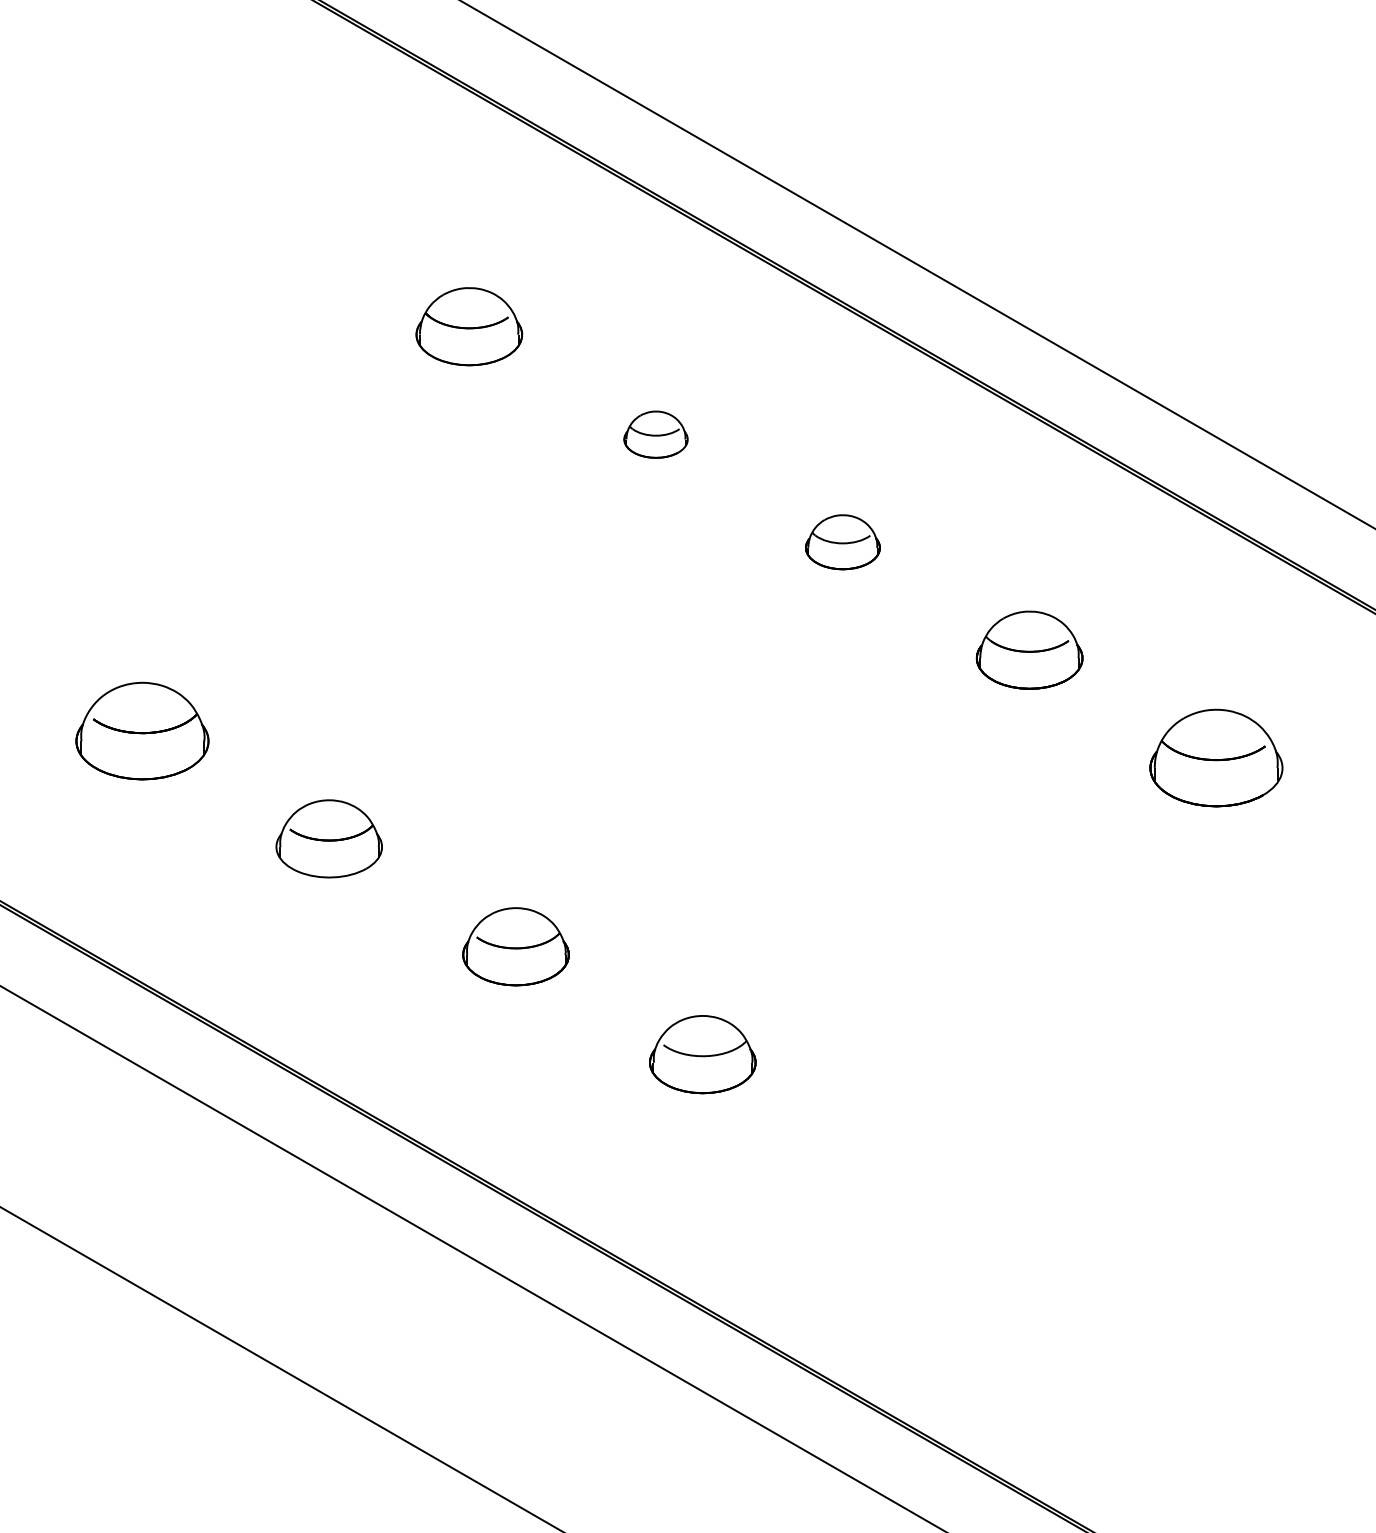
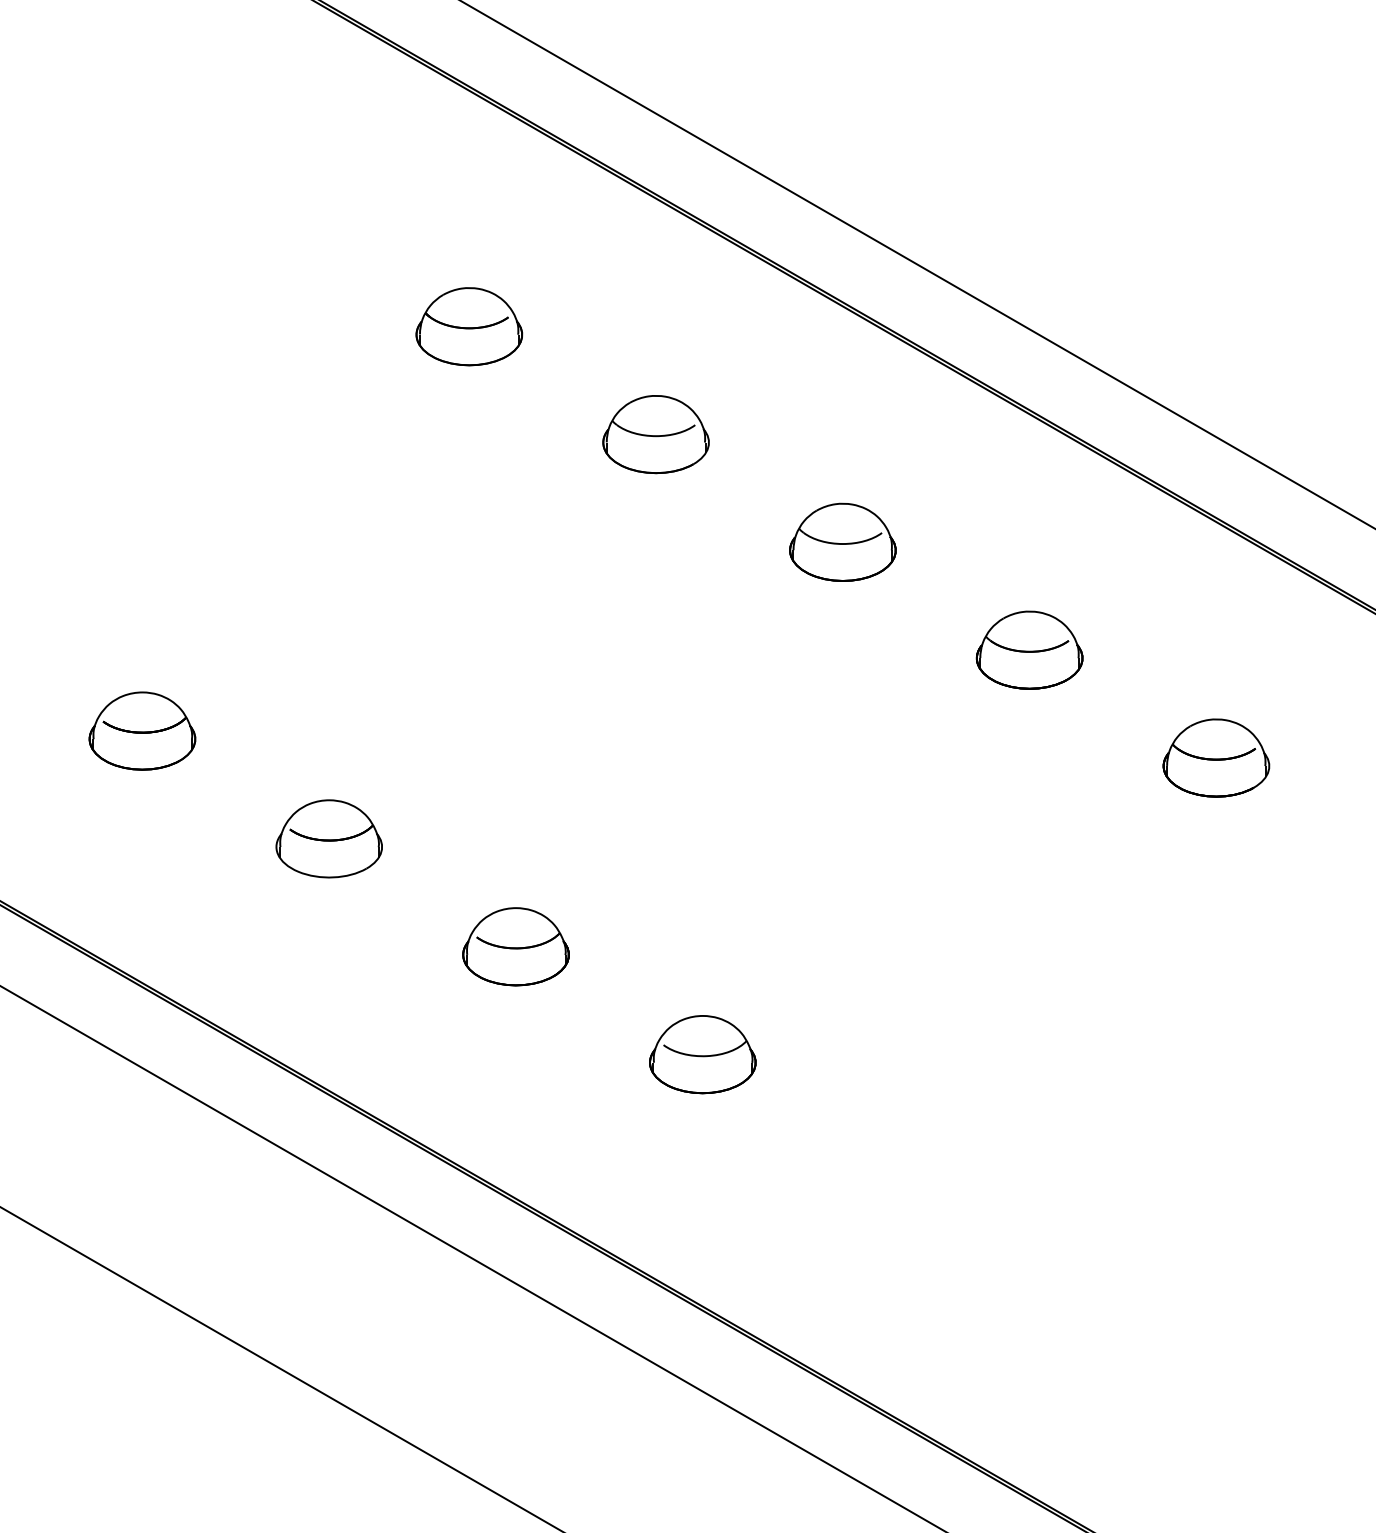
part at (655, 434) size: 66x49 px -> 108x80 px
part at (842, 542) size: 76x57 px -> 108x80 px
part at (142, 730) size: 135x100 px -> 109x80 px
part at (1216, 757) size: 135x100 px -> 109x80 px
